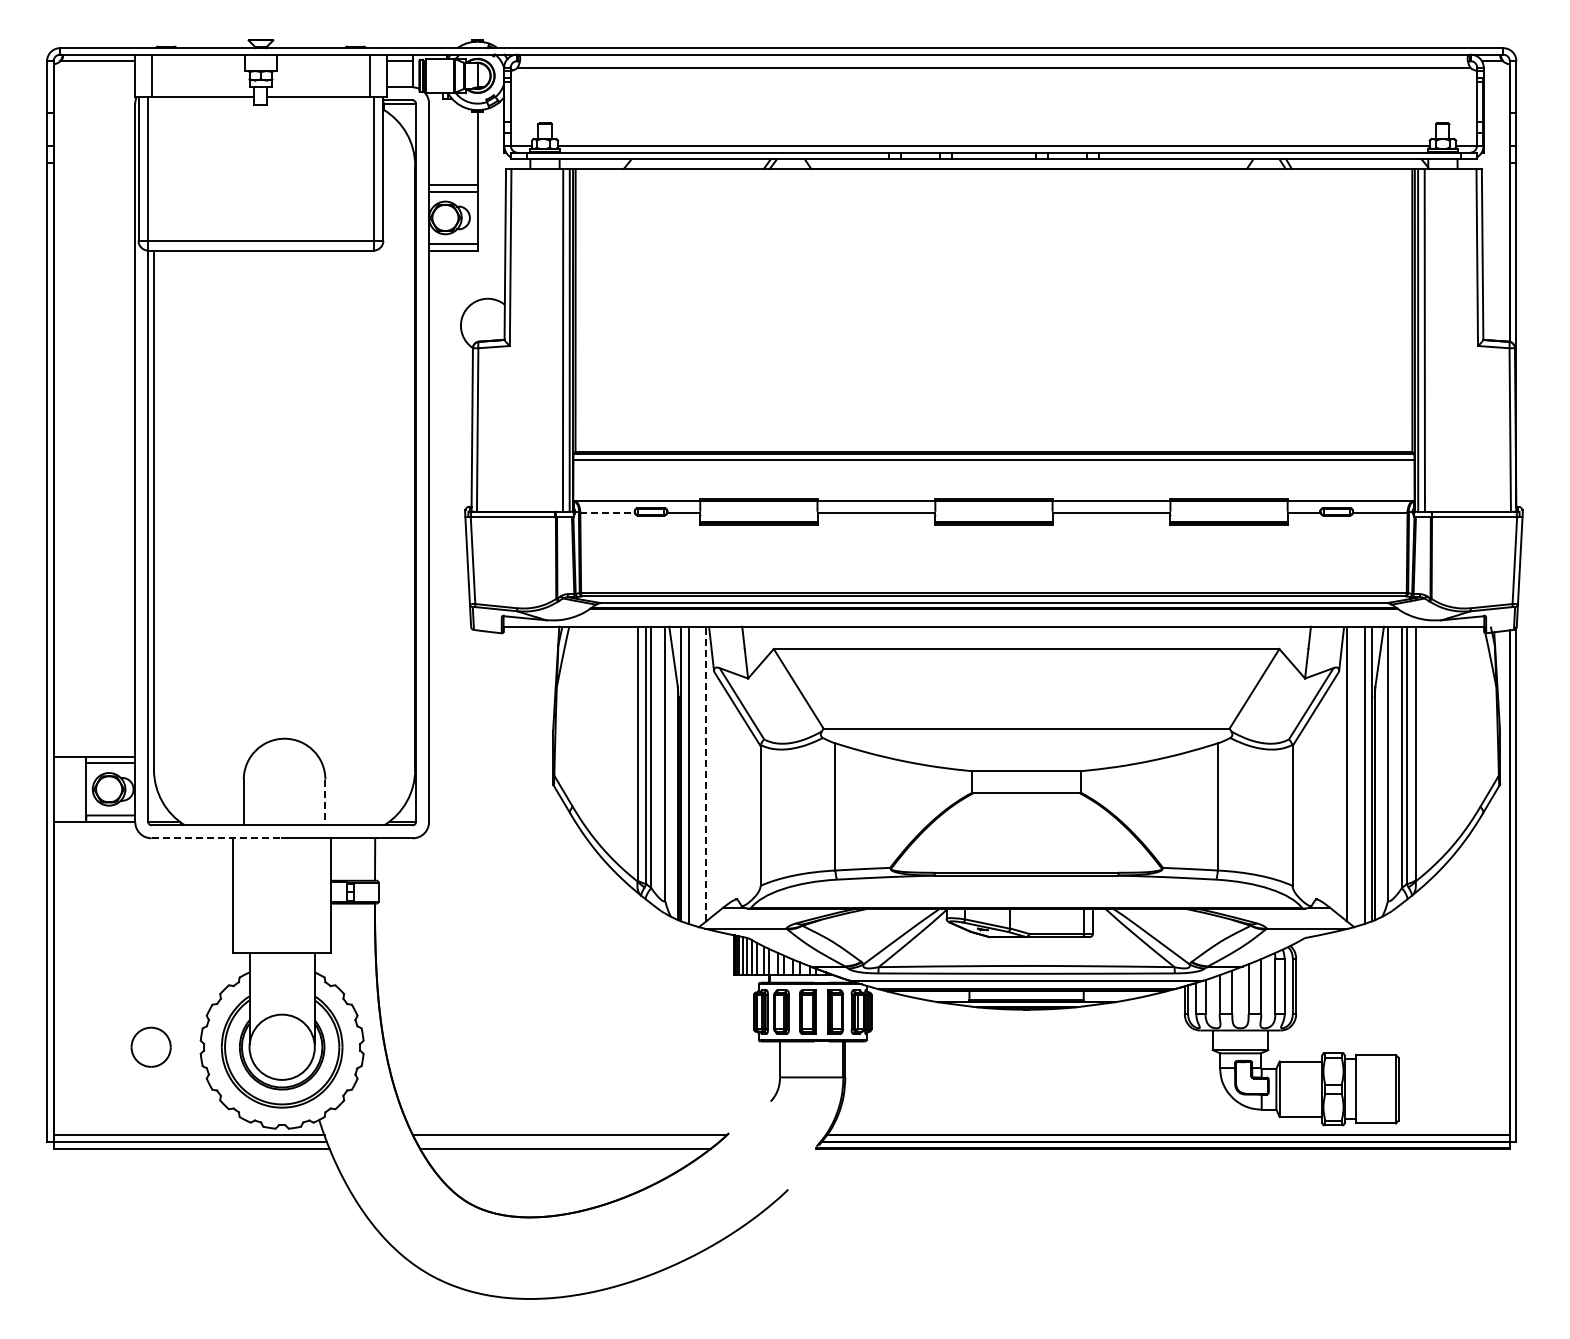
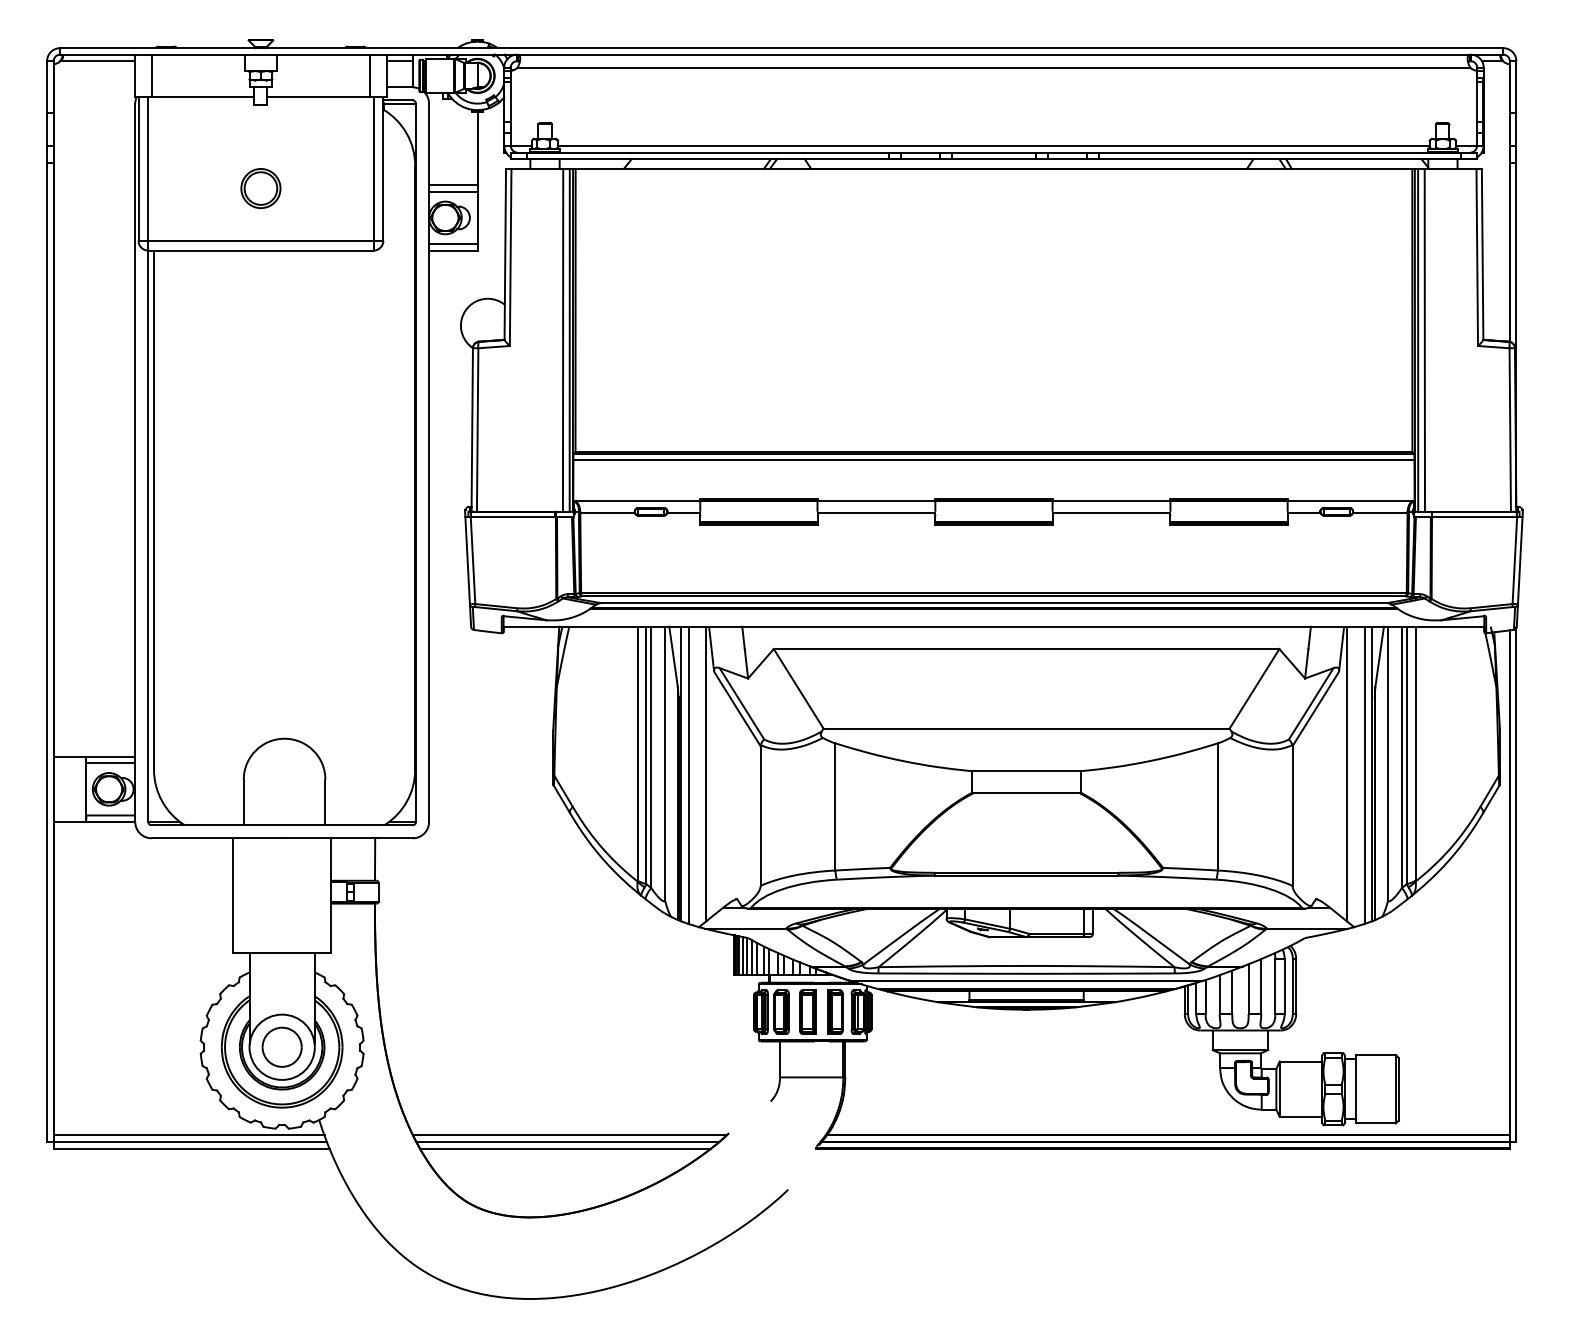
part at (260, 188): none -> present
line at (608, 512): dashed -> solid
line at (706, 773): dashed -> solid
line at (325, 802): dashed -> solid
line at (217, 838): dashed -> solid
part at (150, 1046) position: (150, 1046) -> (281, 1046)
line at (567, 1141): none -> present
